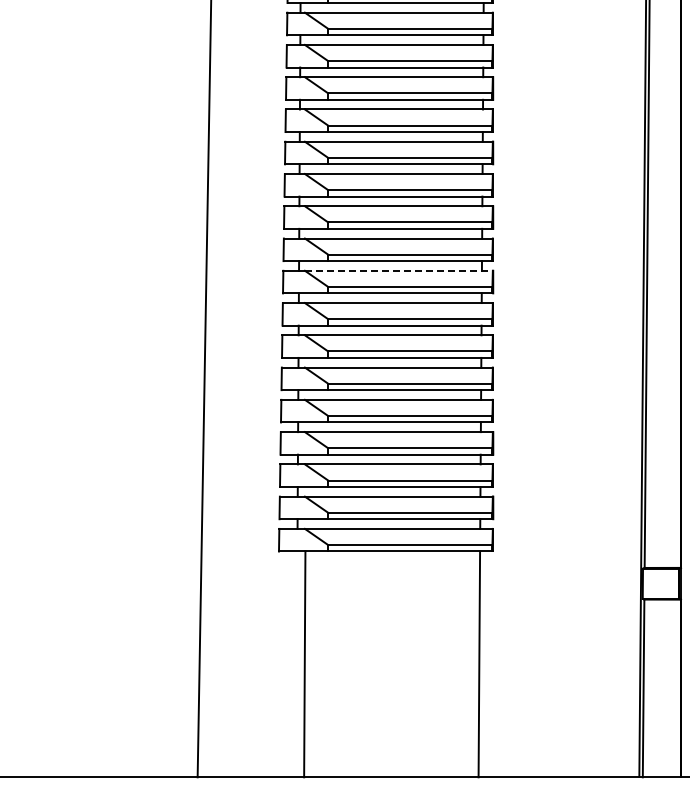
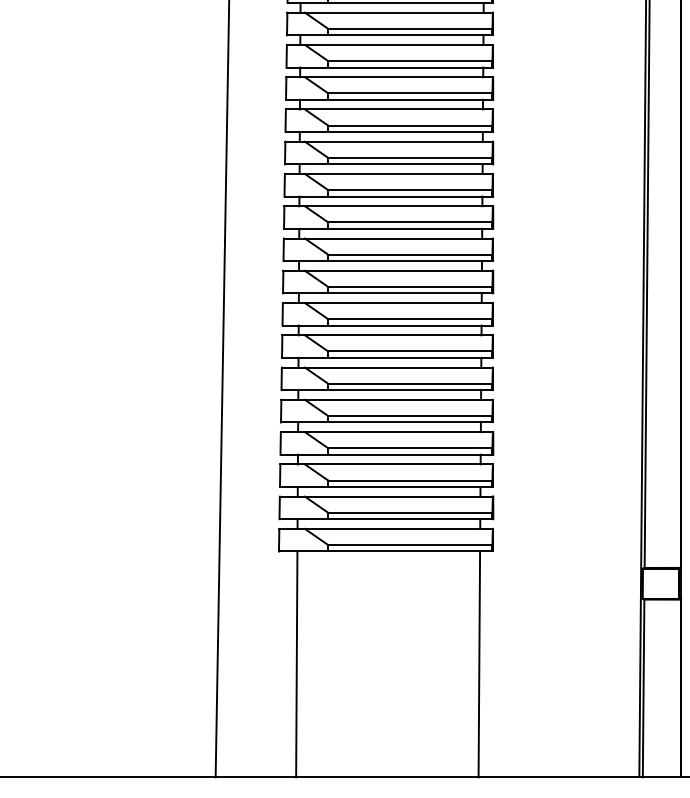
line at (398, 270): dashed -> solid
line at (204, 389) position: (204, 389) -> (222, 389)
line at (304, 664) position: (304, 664) -> (296, 664)
